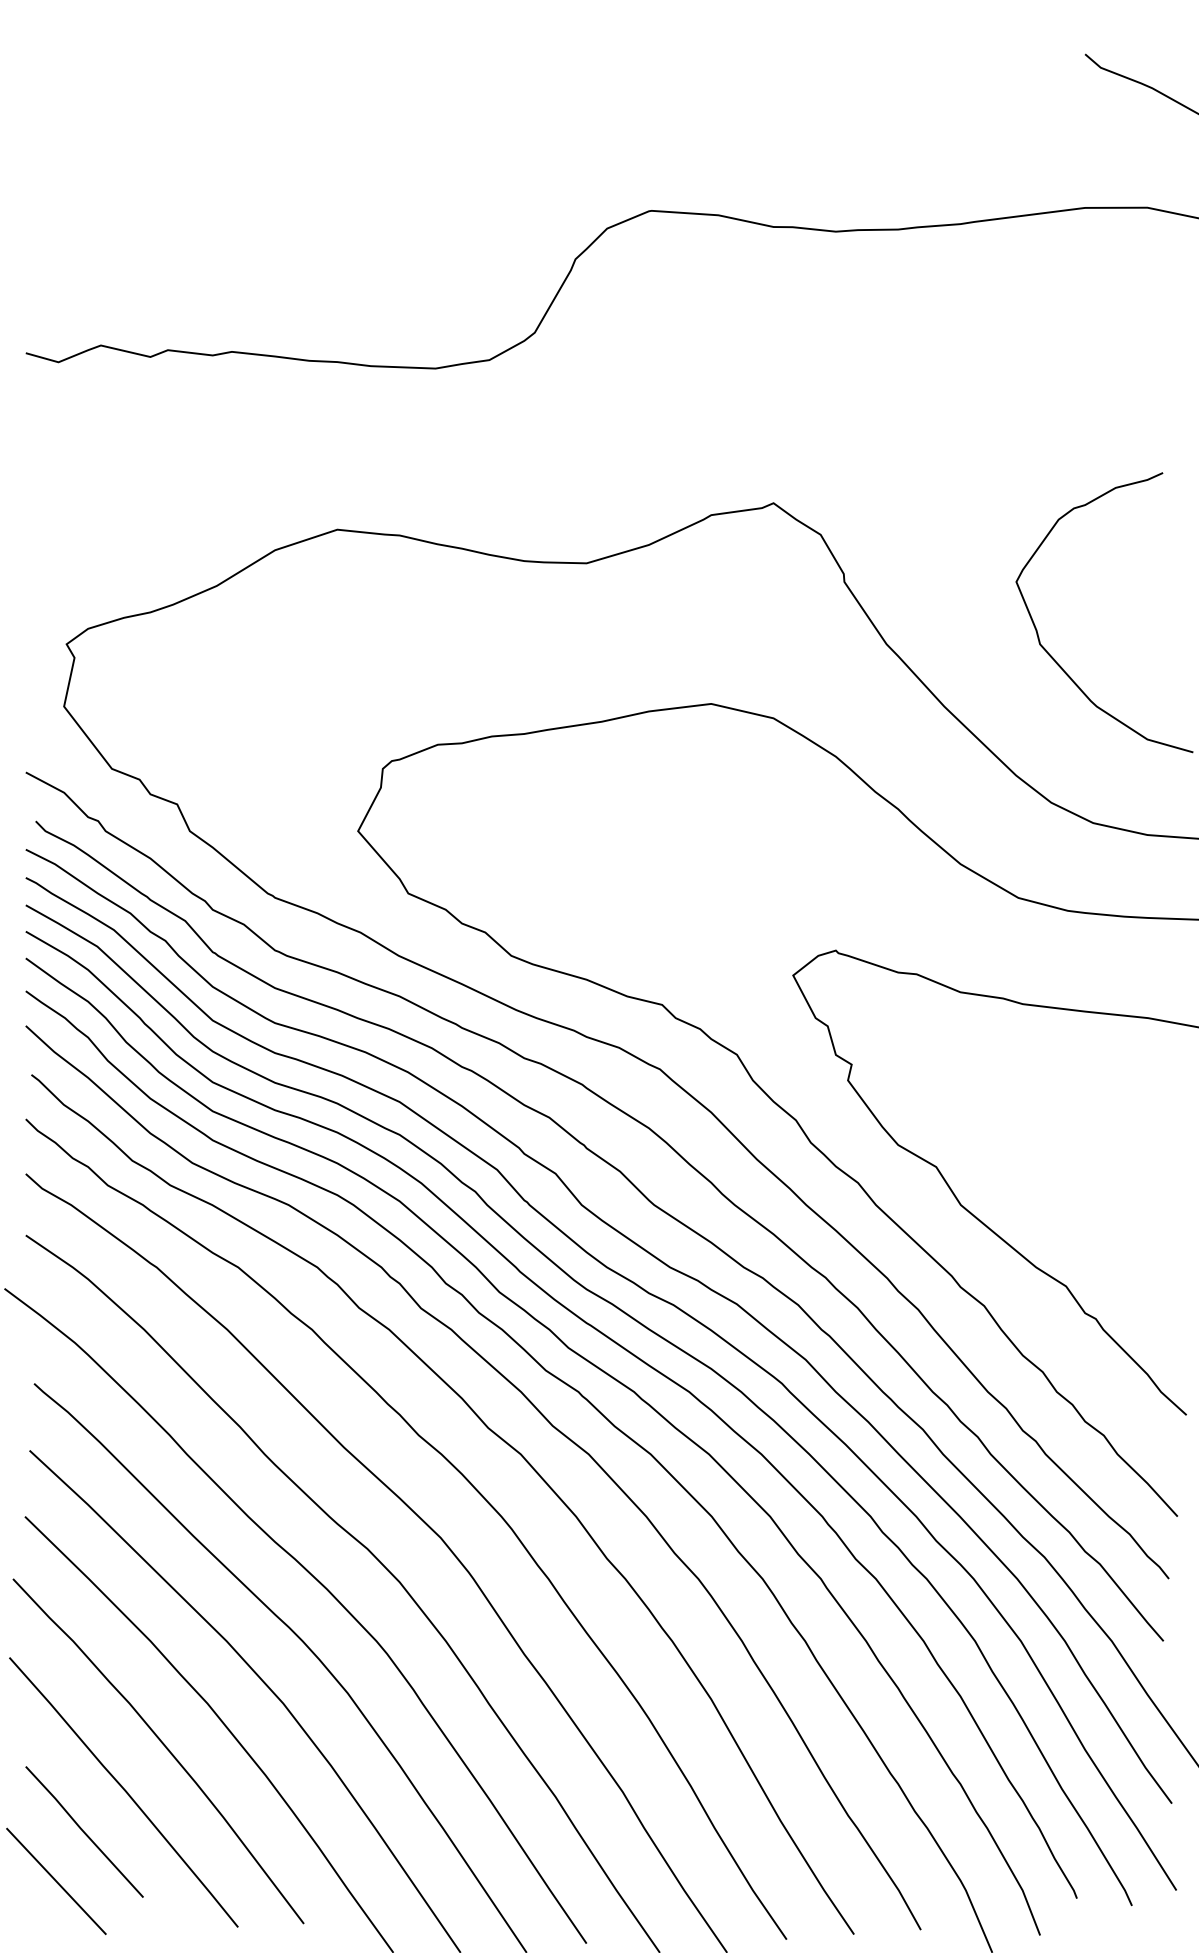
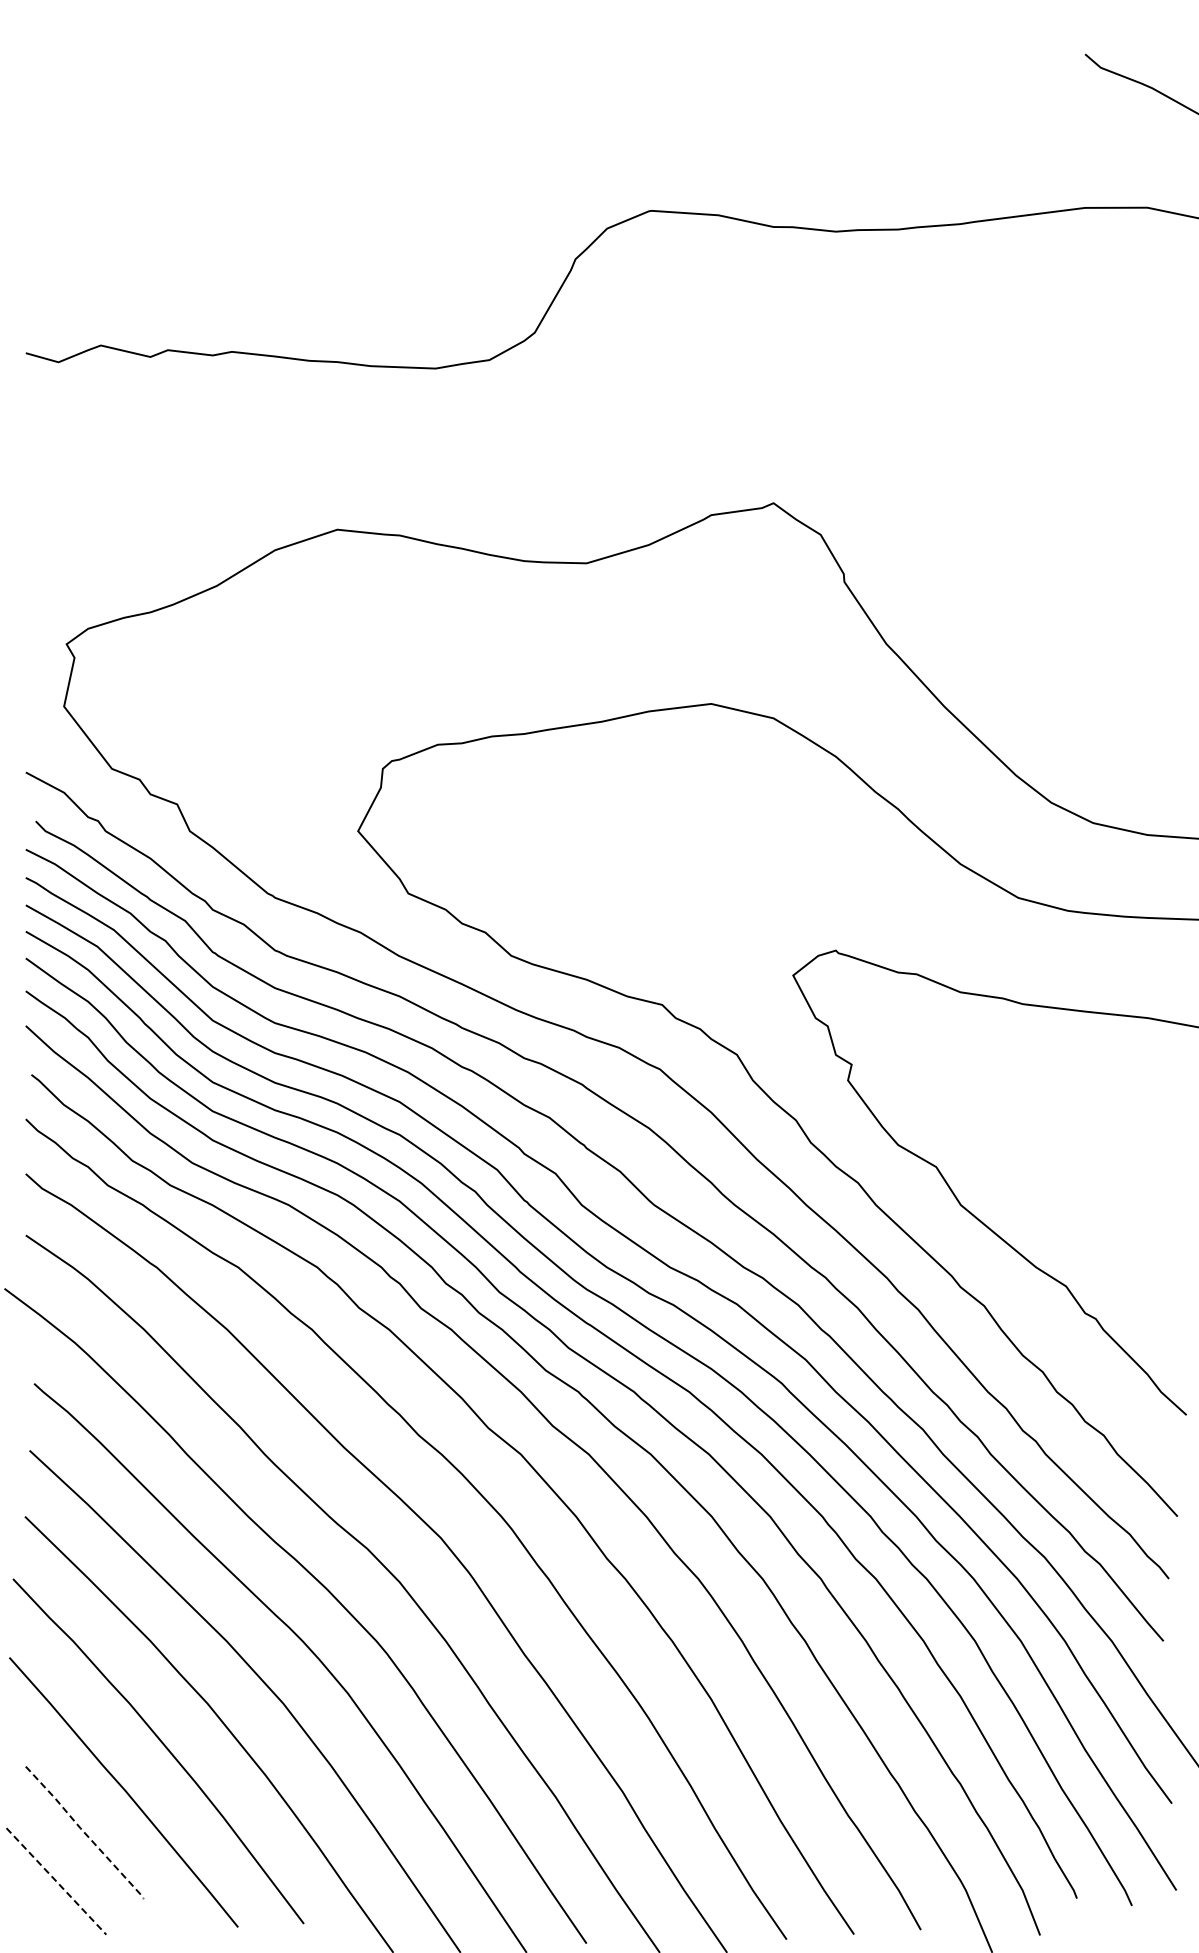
curve at (1054, 658): present -> none
line at (83, 1831): solid -> dashed
line at (56, 1881): solid -> dashed
